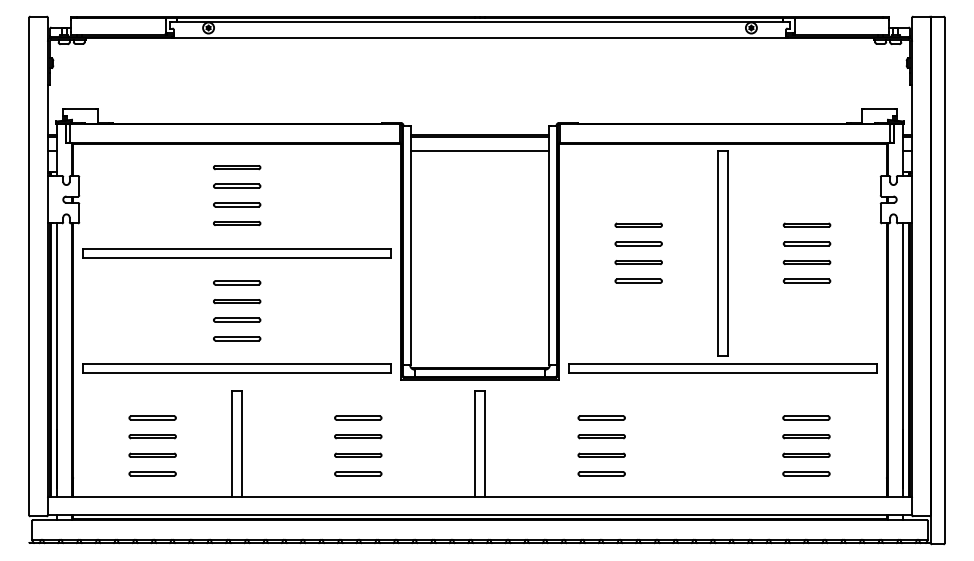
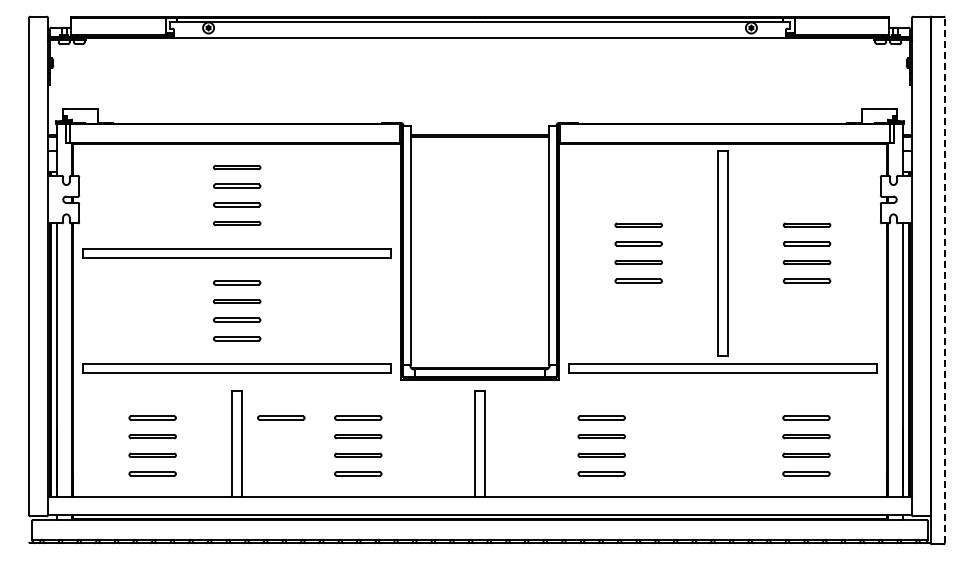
line at (479, 151): present -> none
line at (944, 280): solid -> dashed
part at (281, 417): none -> present
